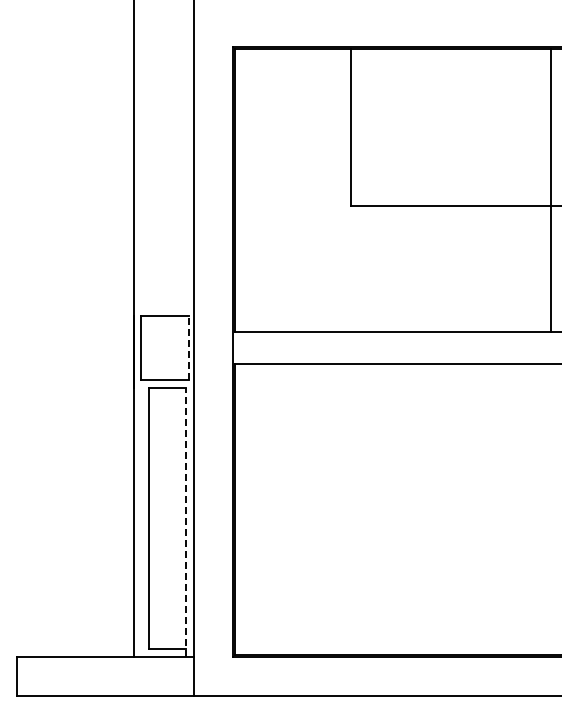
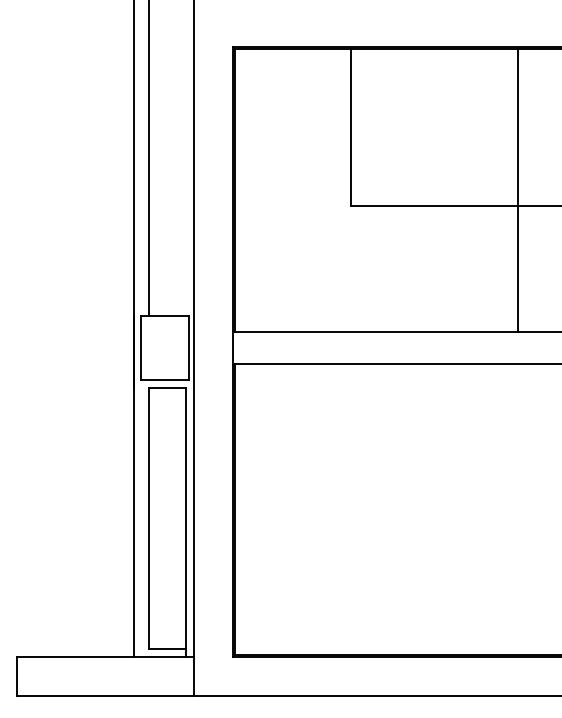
line at (149, 159): none -> present
line at (550, 190) position: (550, 190) -> (517, 190)
line at (188, 348): dashed -> solid
line at (185, 522): dashed -> solid
